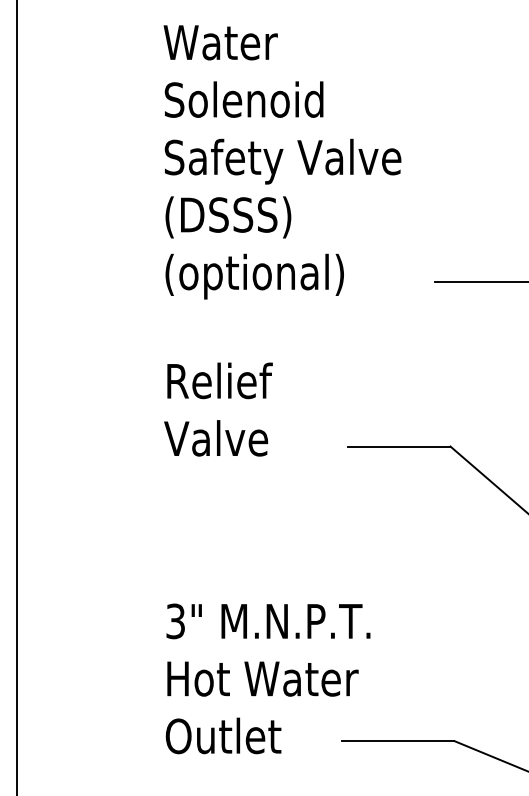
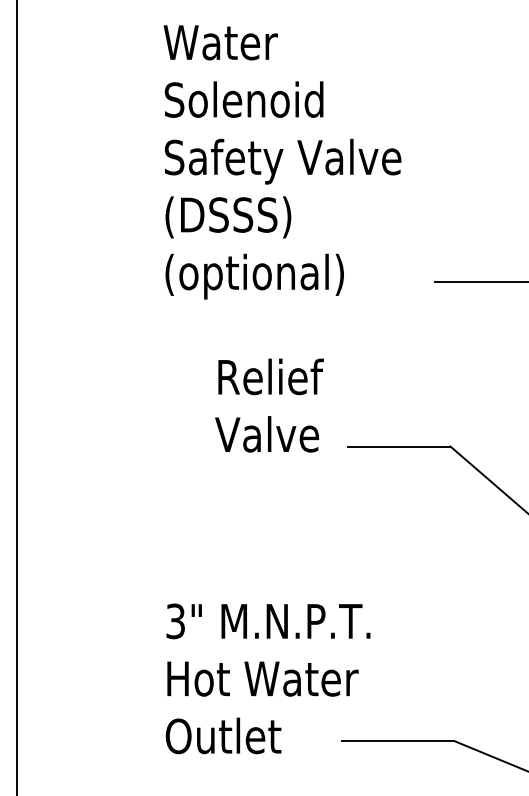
text at (218, 409) position: (218, 409) -> (269, 405)
